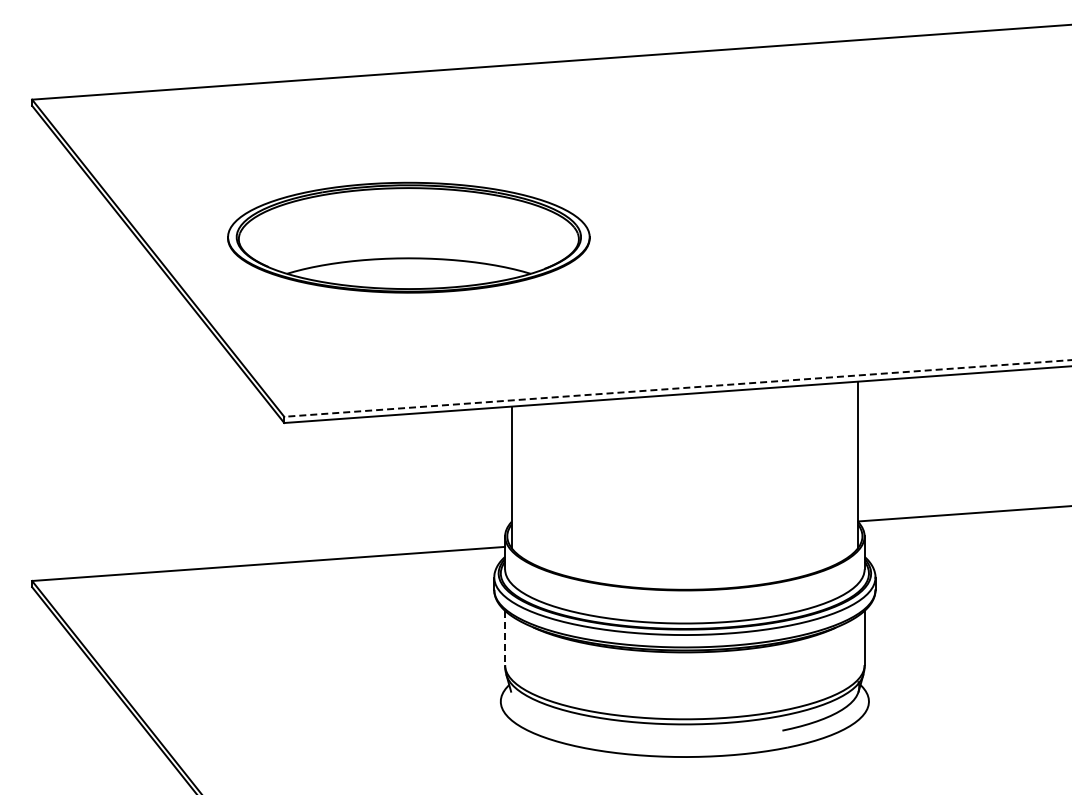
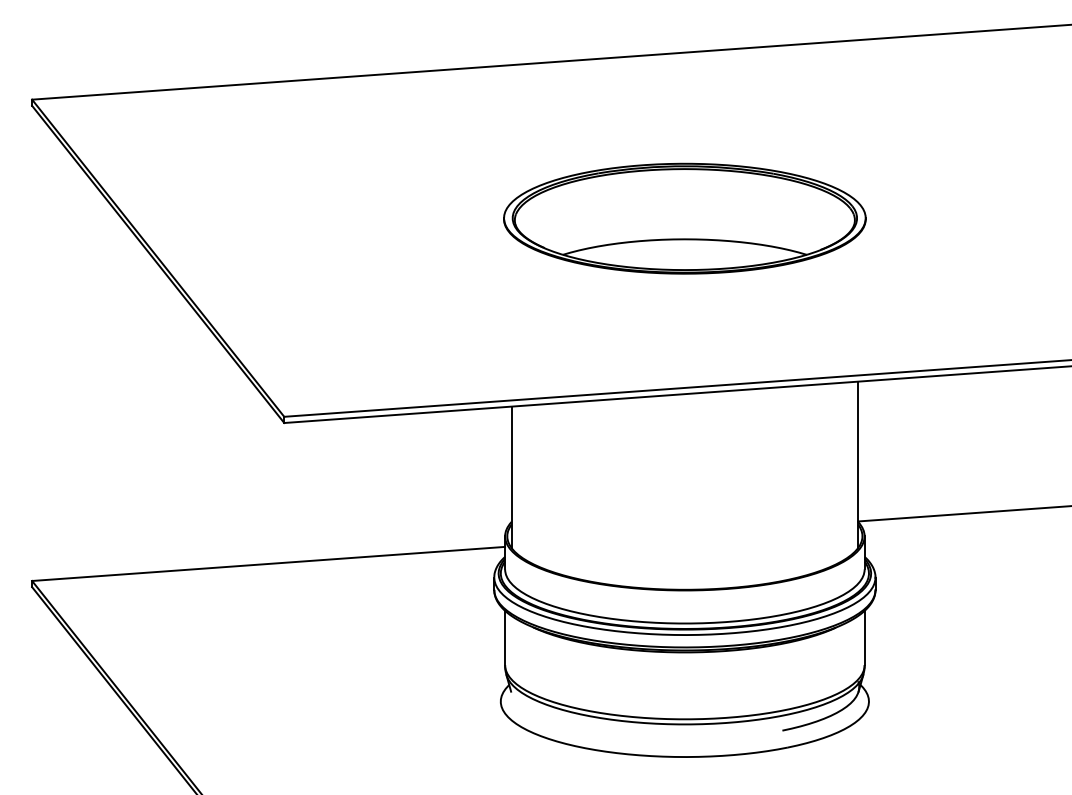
part at (408, 237) position: (408, 237) -> (684, 218)
line at (677, 388): dashed -> solid
line at (505, 638): dashed -> solid
